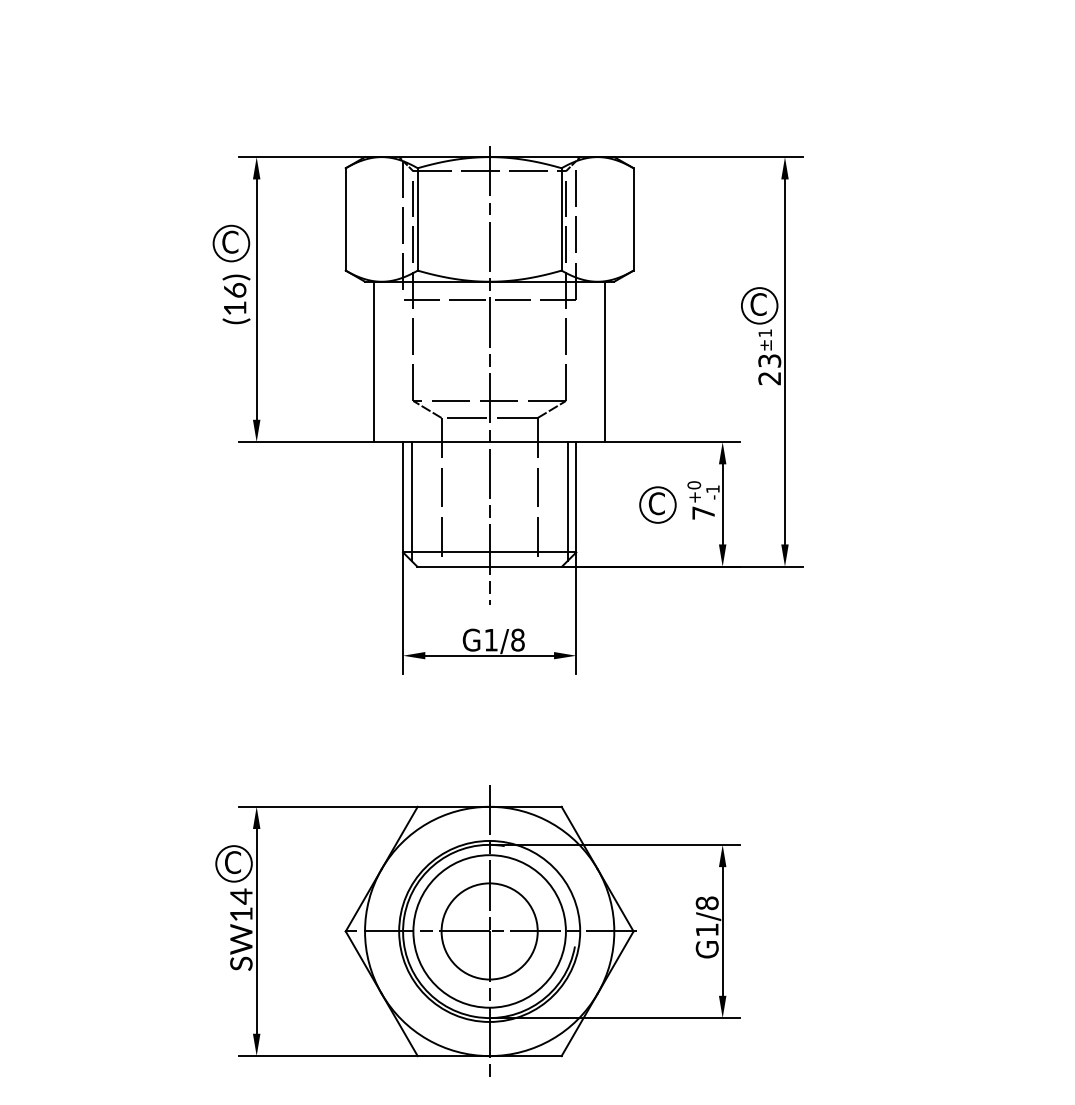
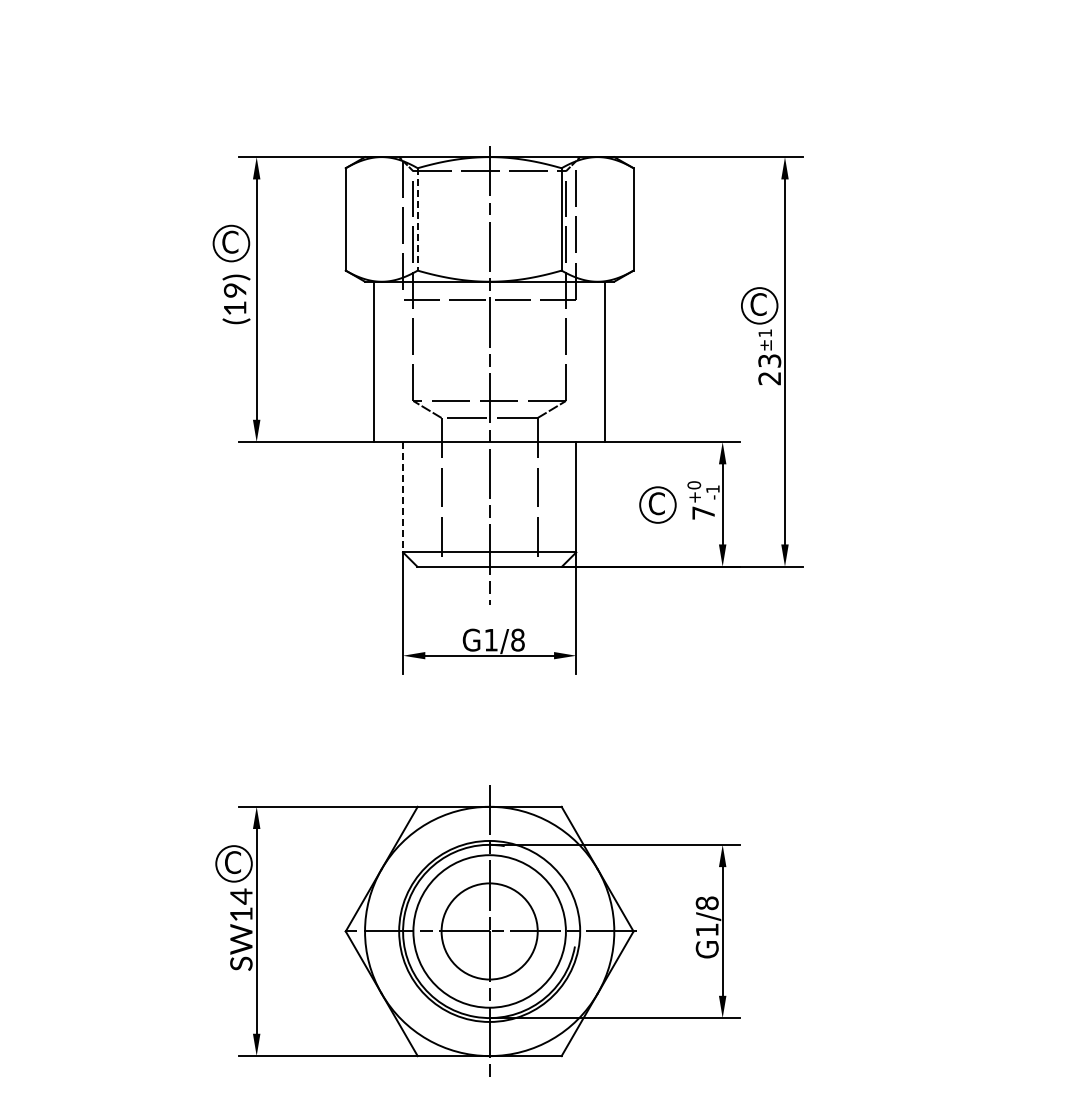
line at (417, 219): solid -> dashed
text at (234, 289): (16) -> (19)
line at (403, 497): solid -> dashed
line at (411, 501): present -> none
line at (567, 501): present -> none
